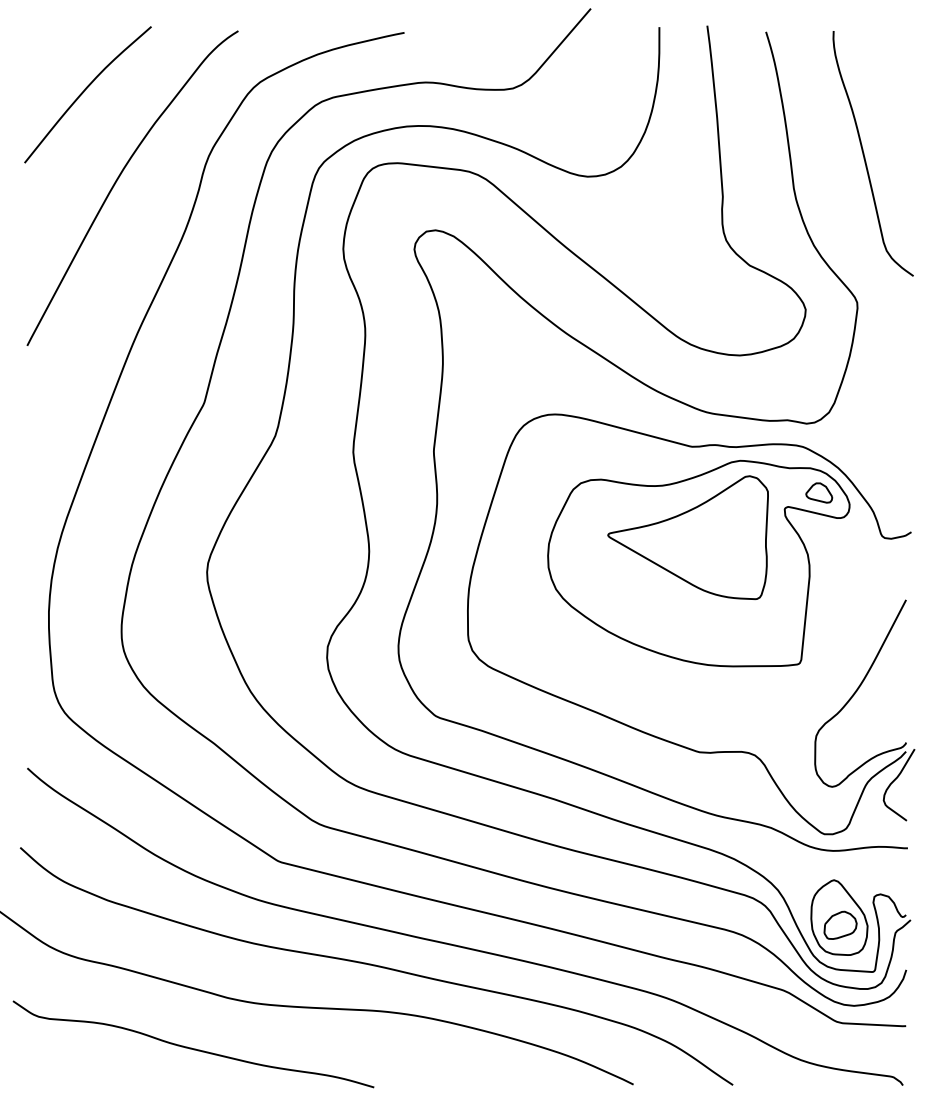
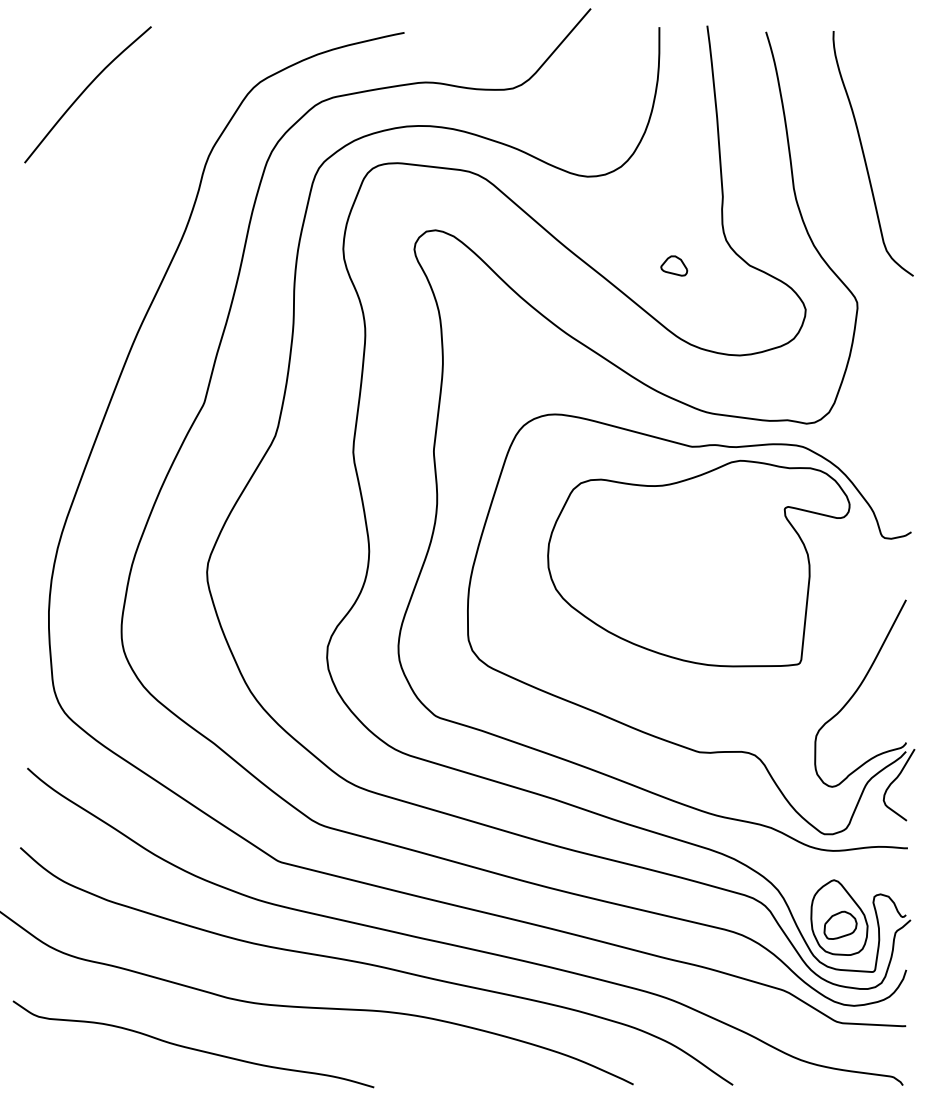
curve at (118, 179): present -> none
part at (819, 492) position: (819, 492) -> (674, 265)
part at (687, 537): present -> none
